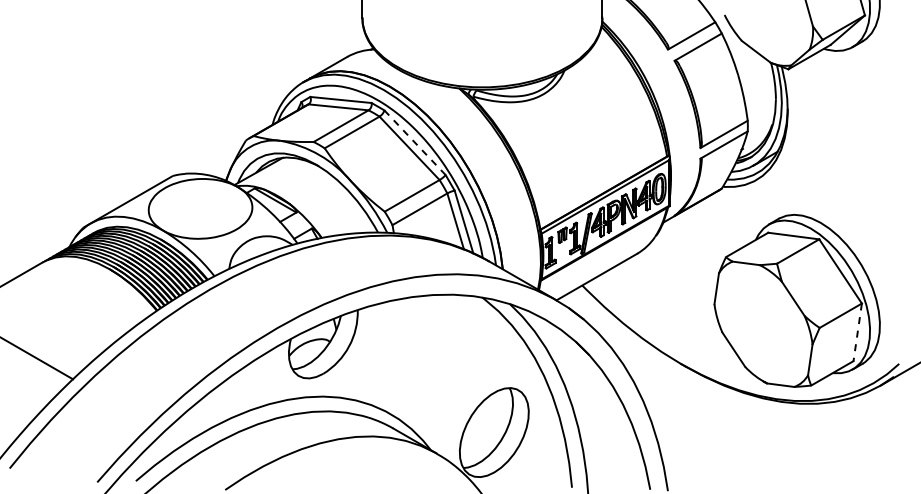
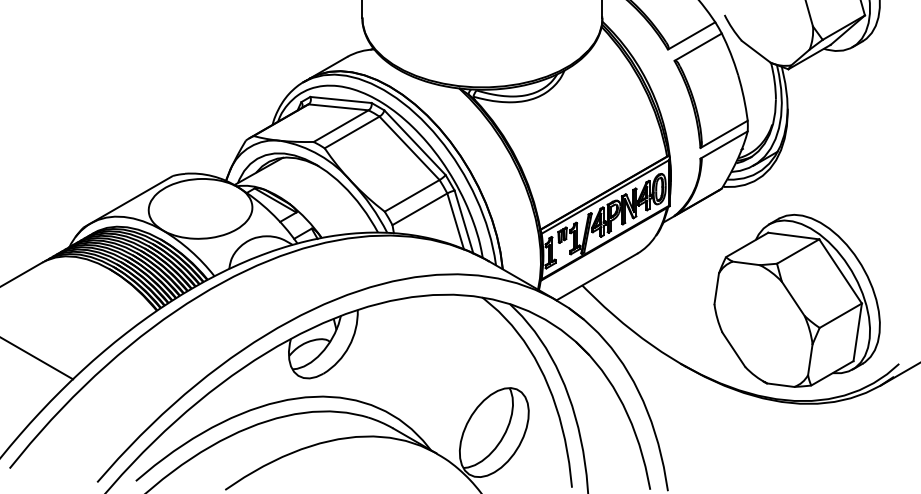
line at (415, 142): dashed -> solid
line at (857, 332): dashed -> solid
